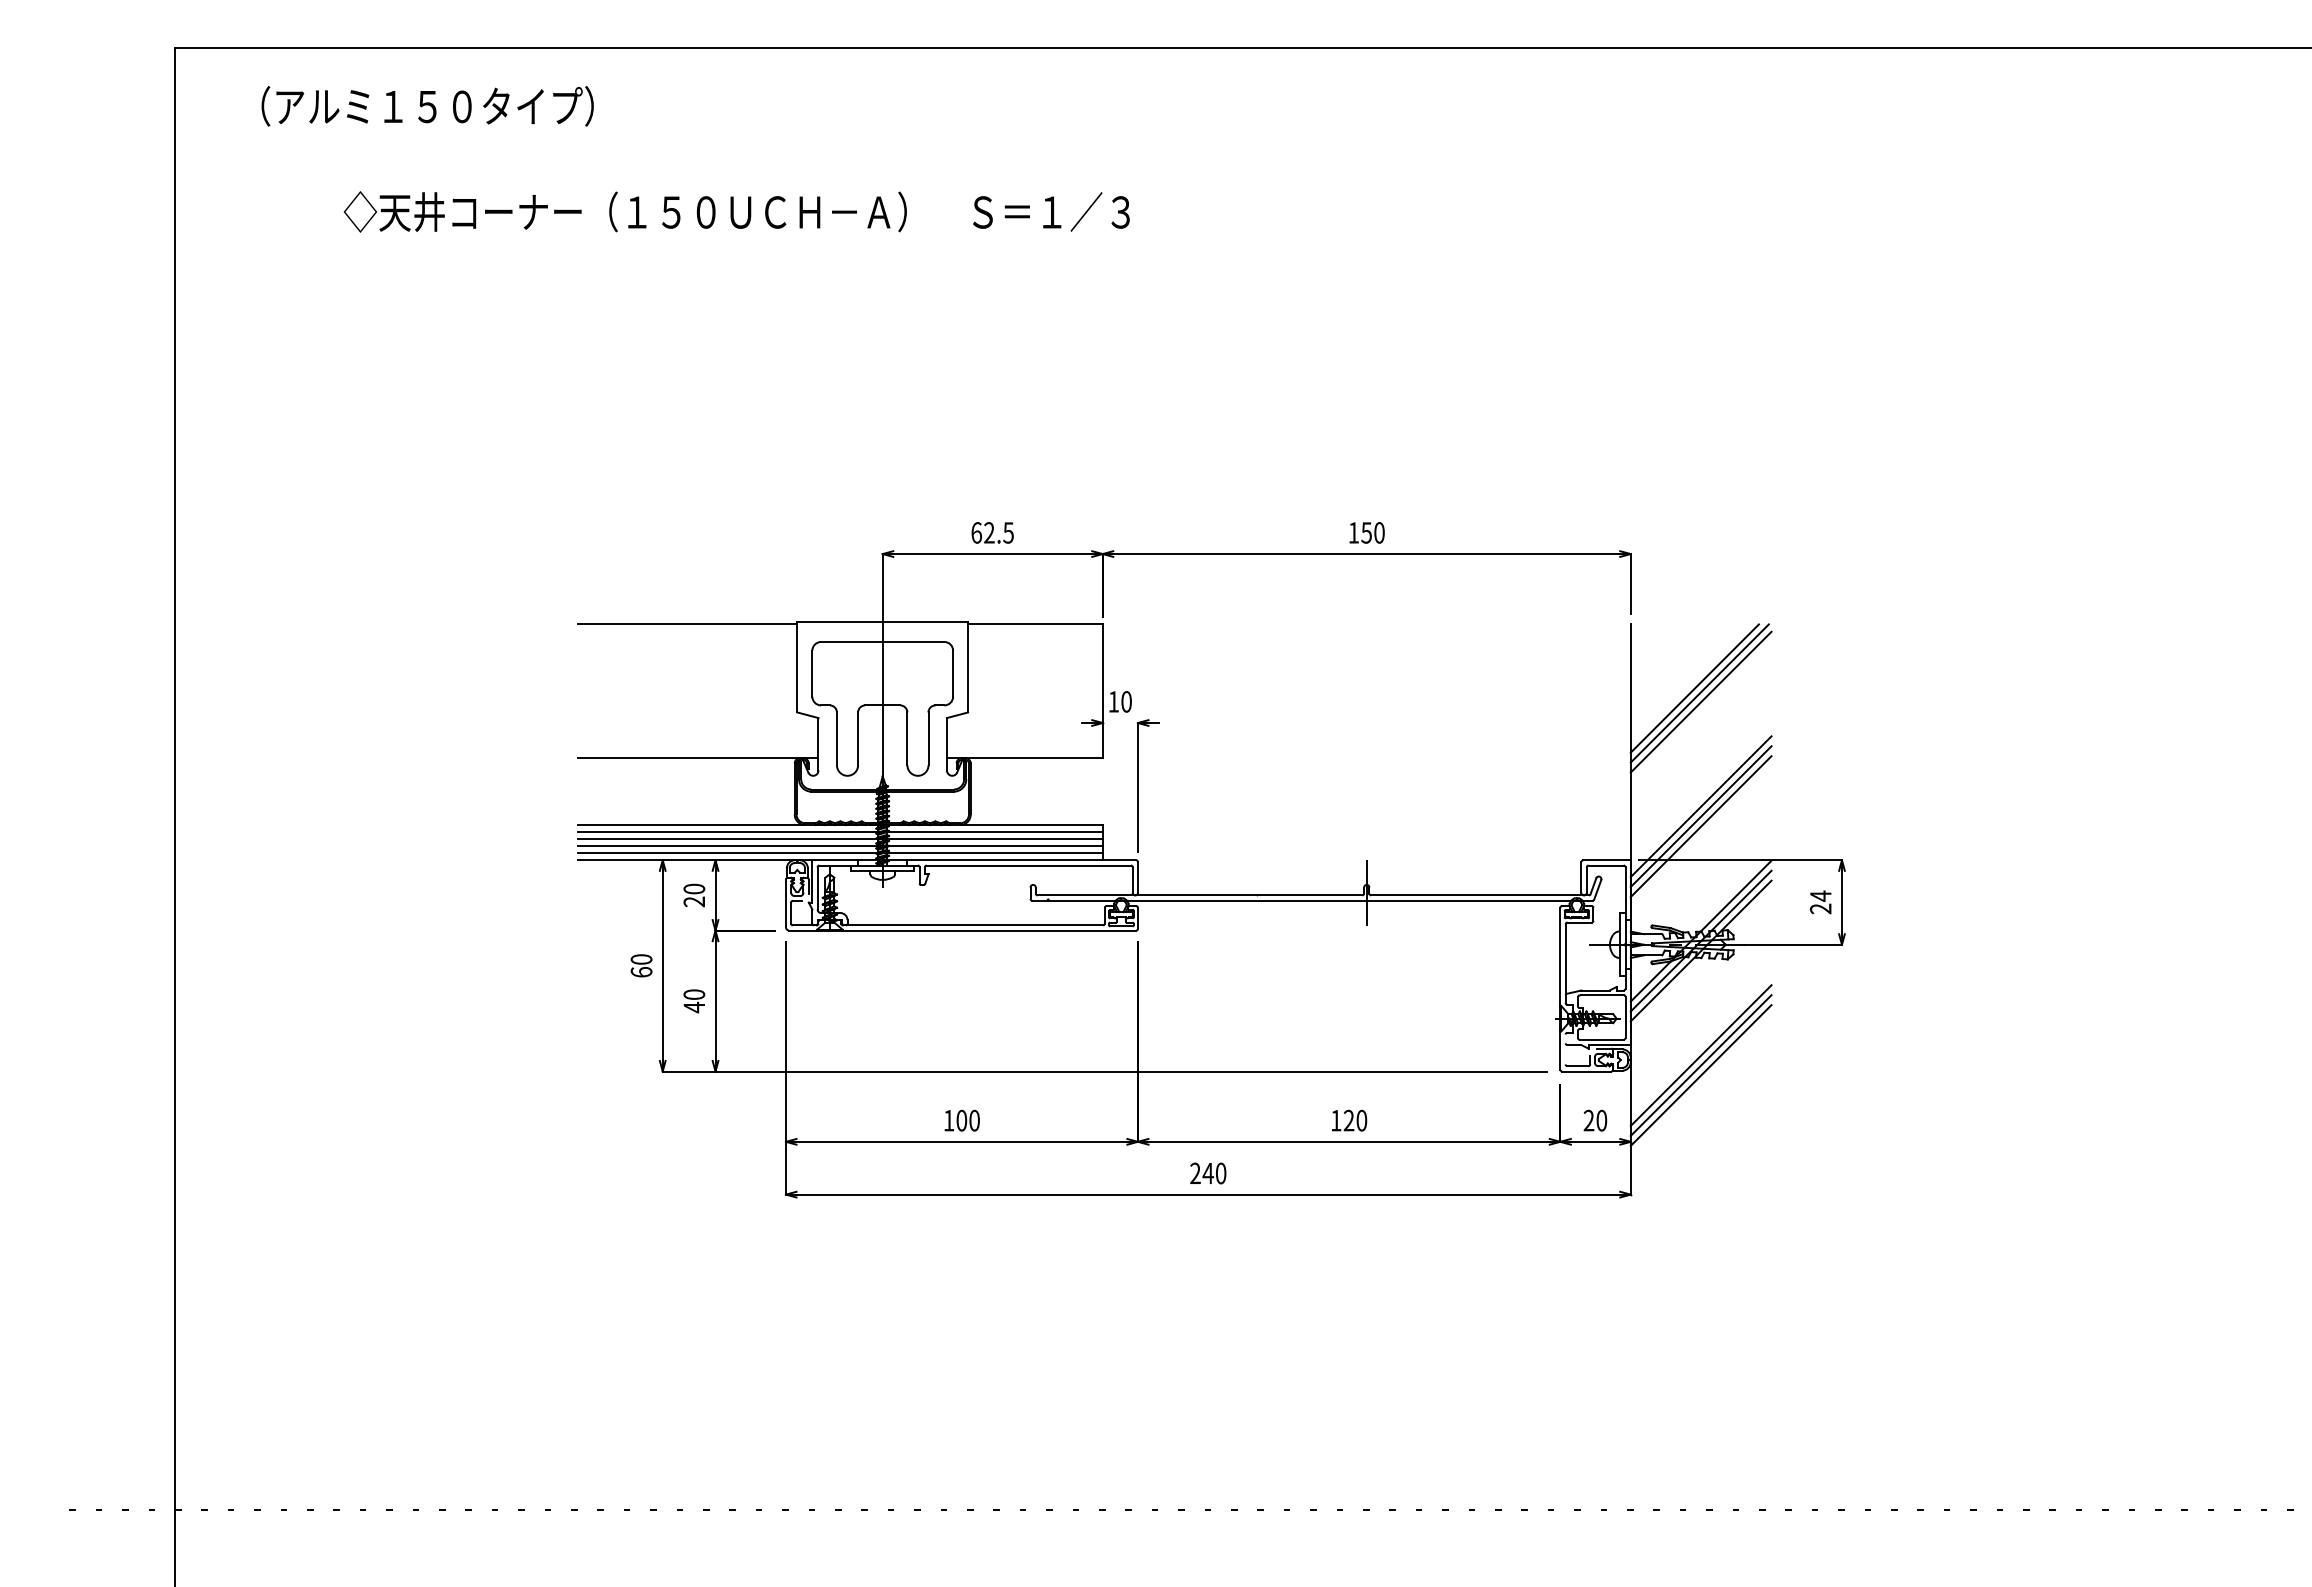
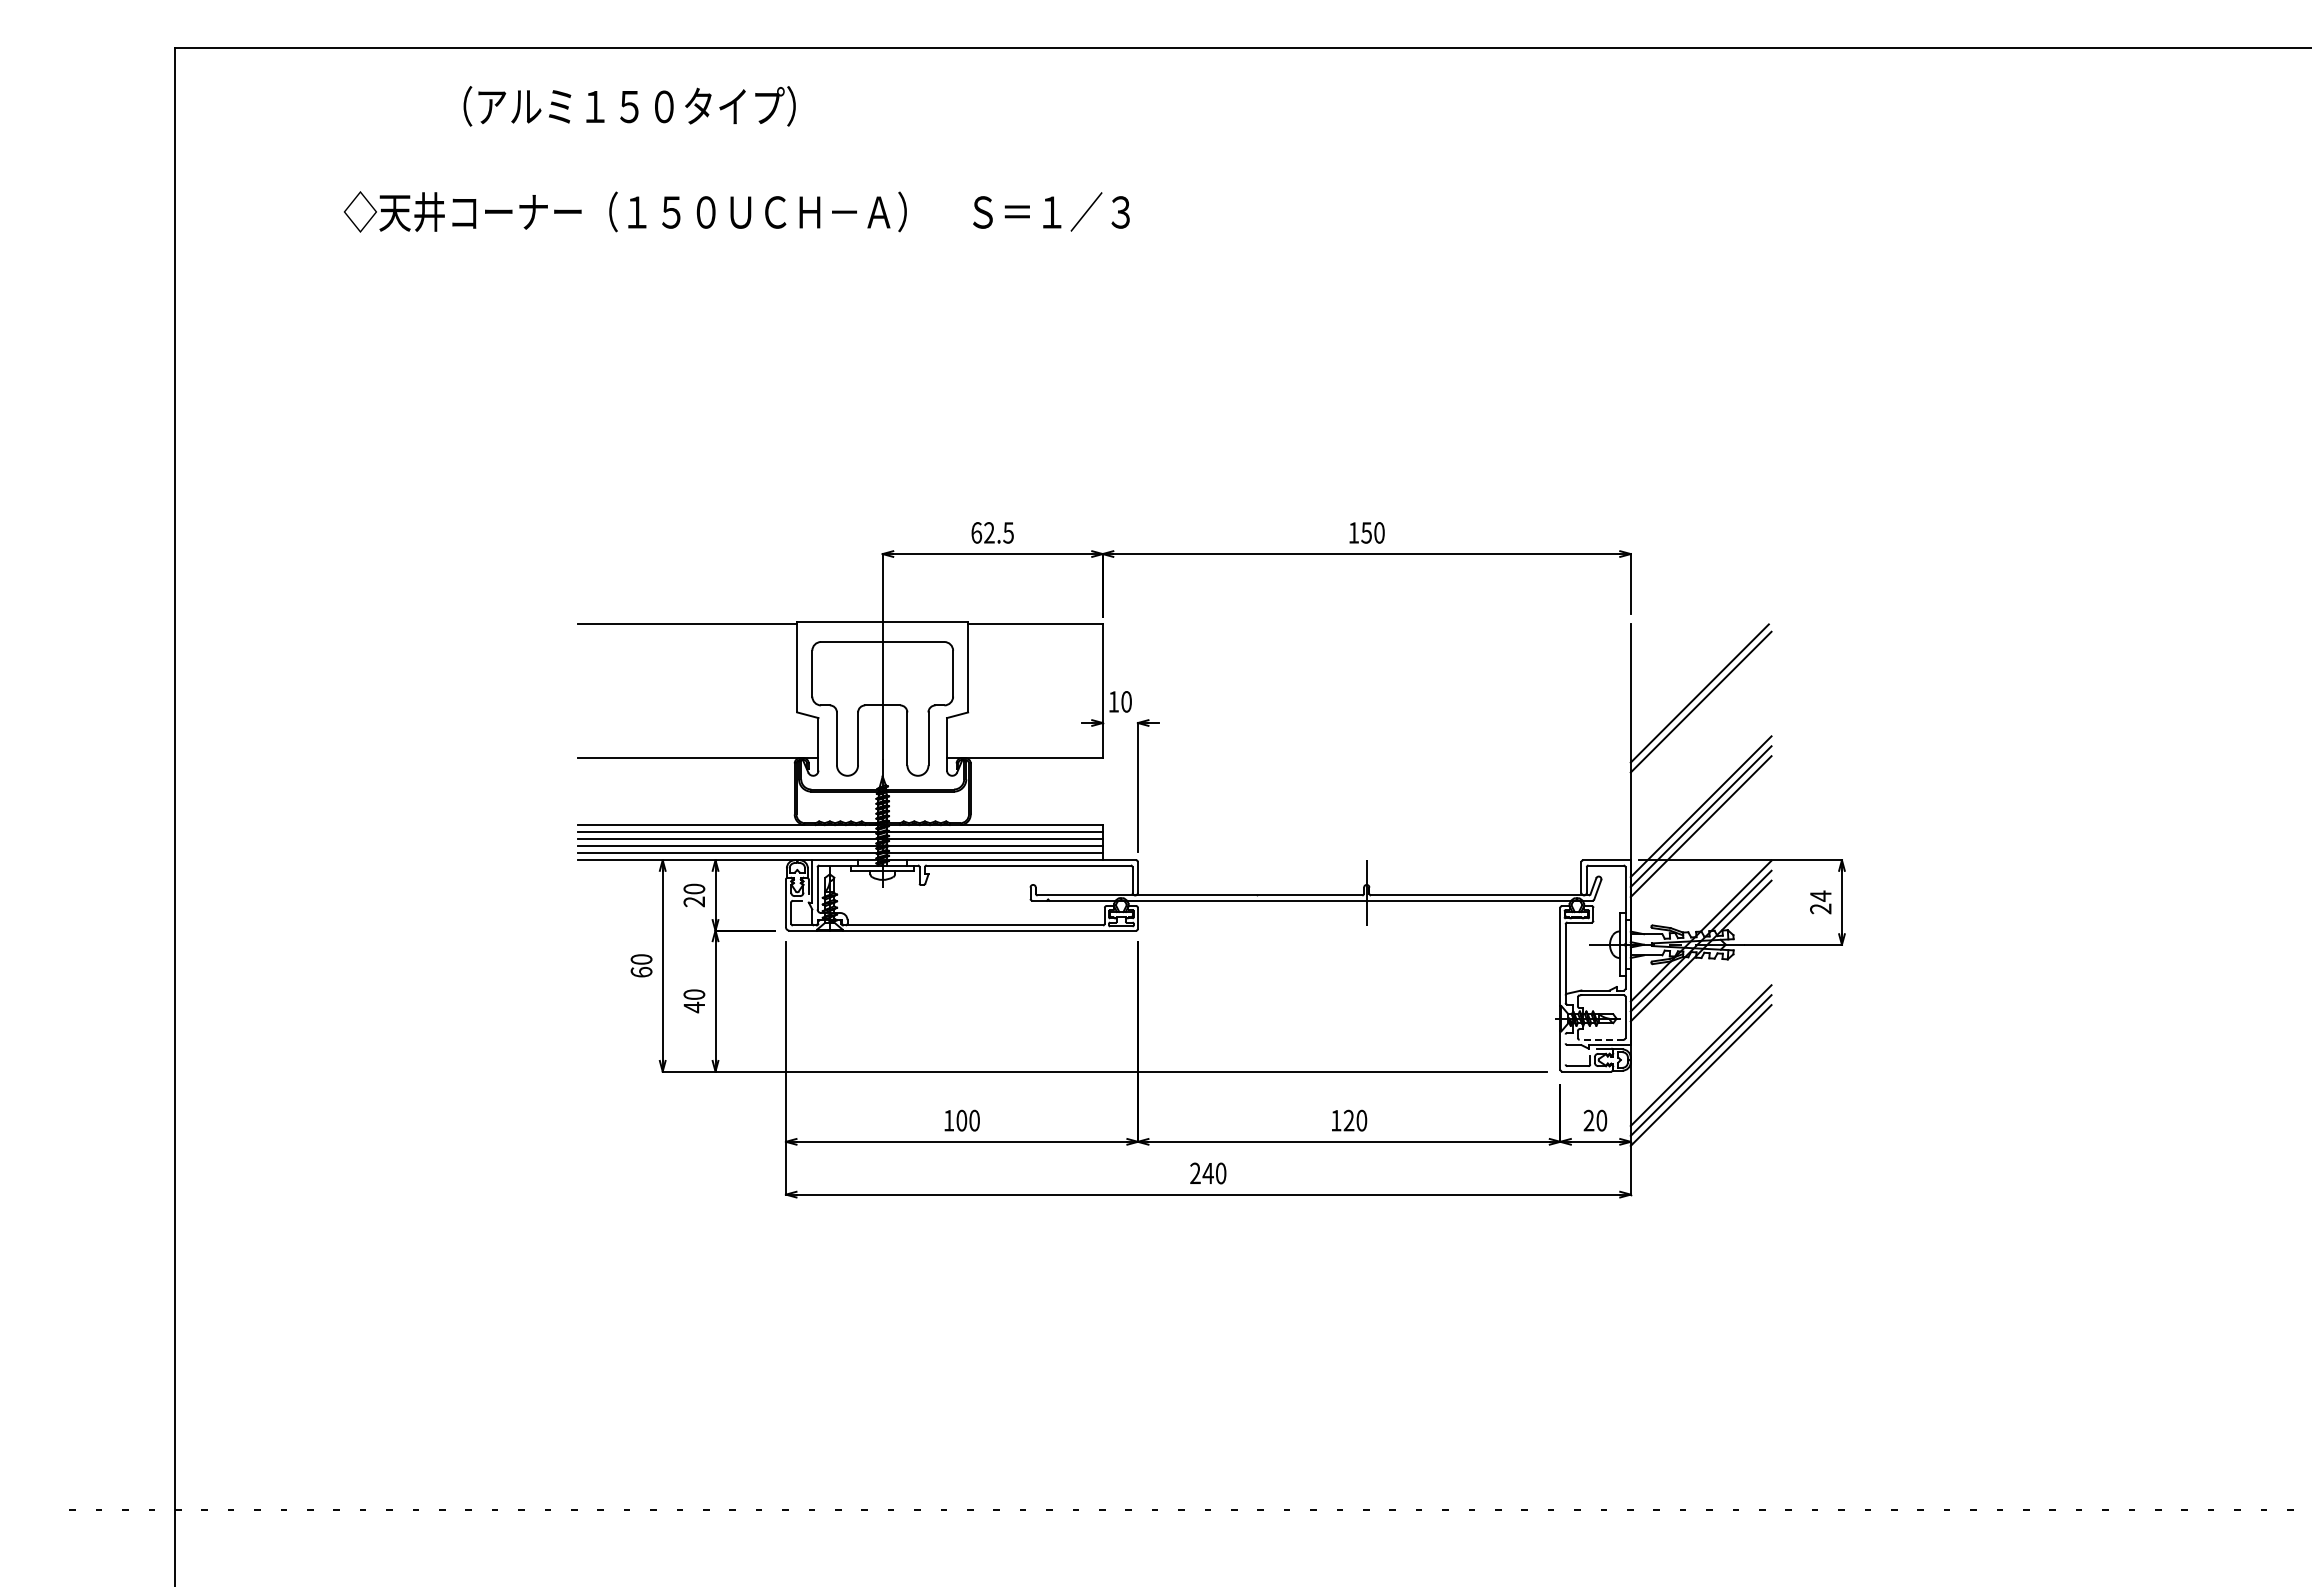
text at (427, 106) position: (427, 106) -> (629, 106)
line at (1694, 688): present -> none
line at (1601, 1039): solid -> dashed
